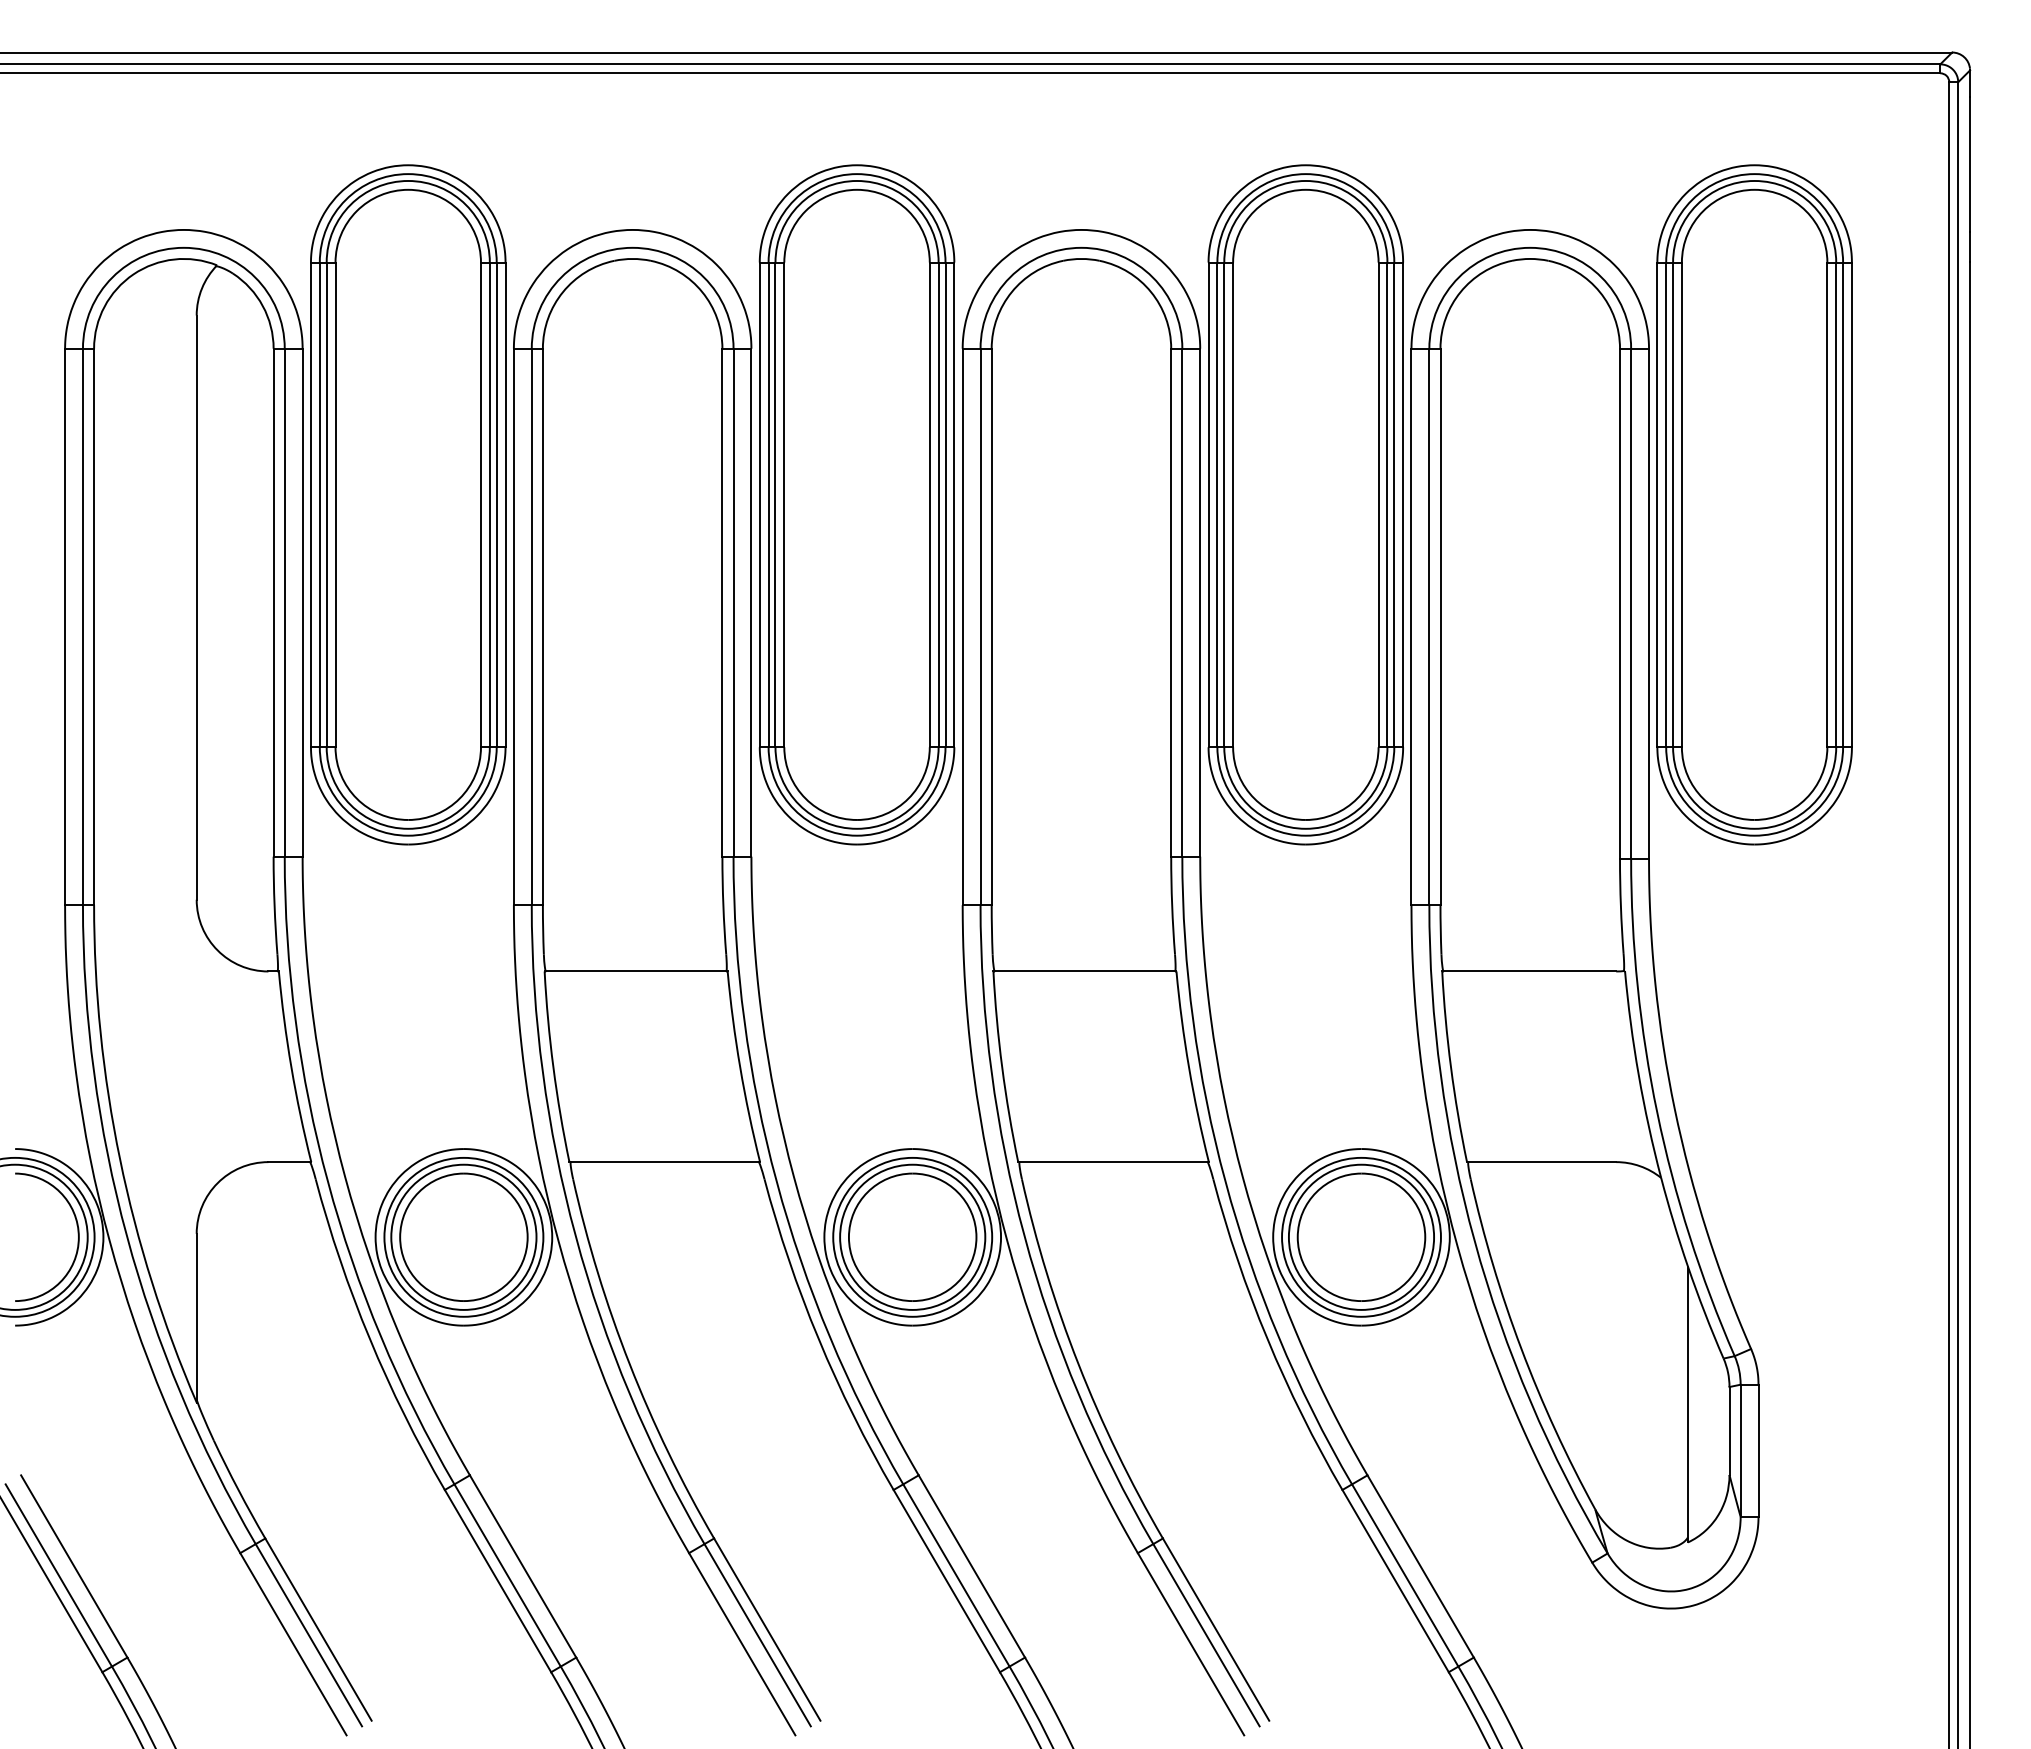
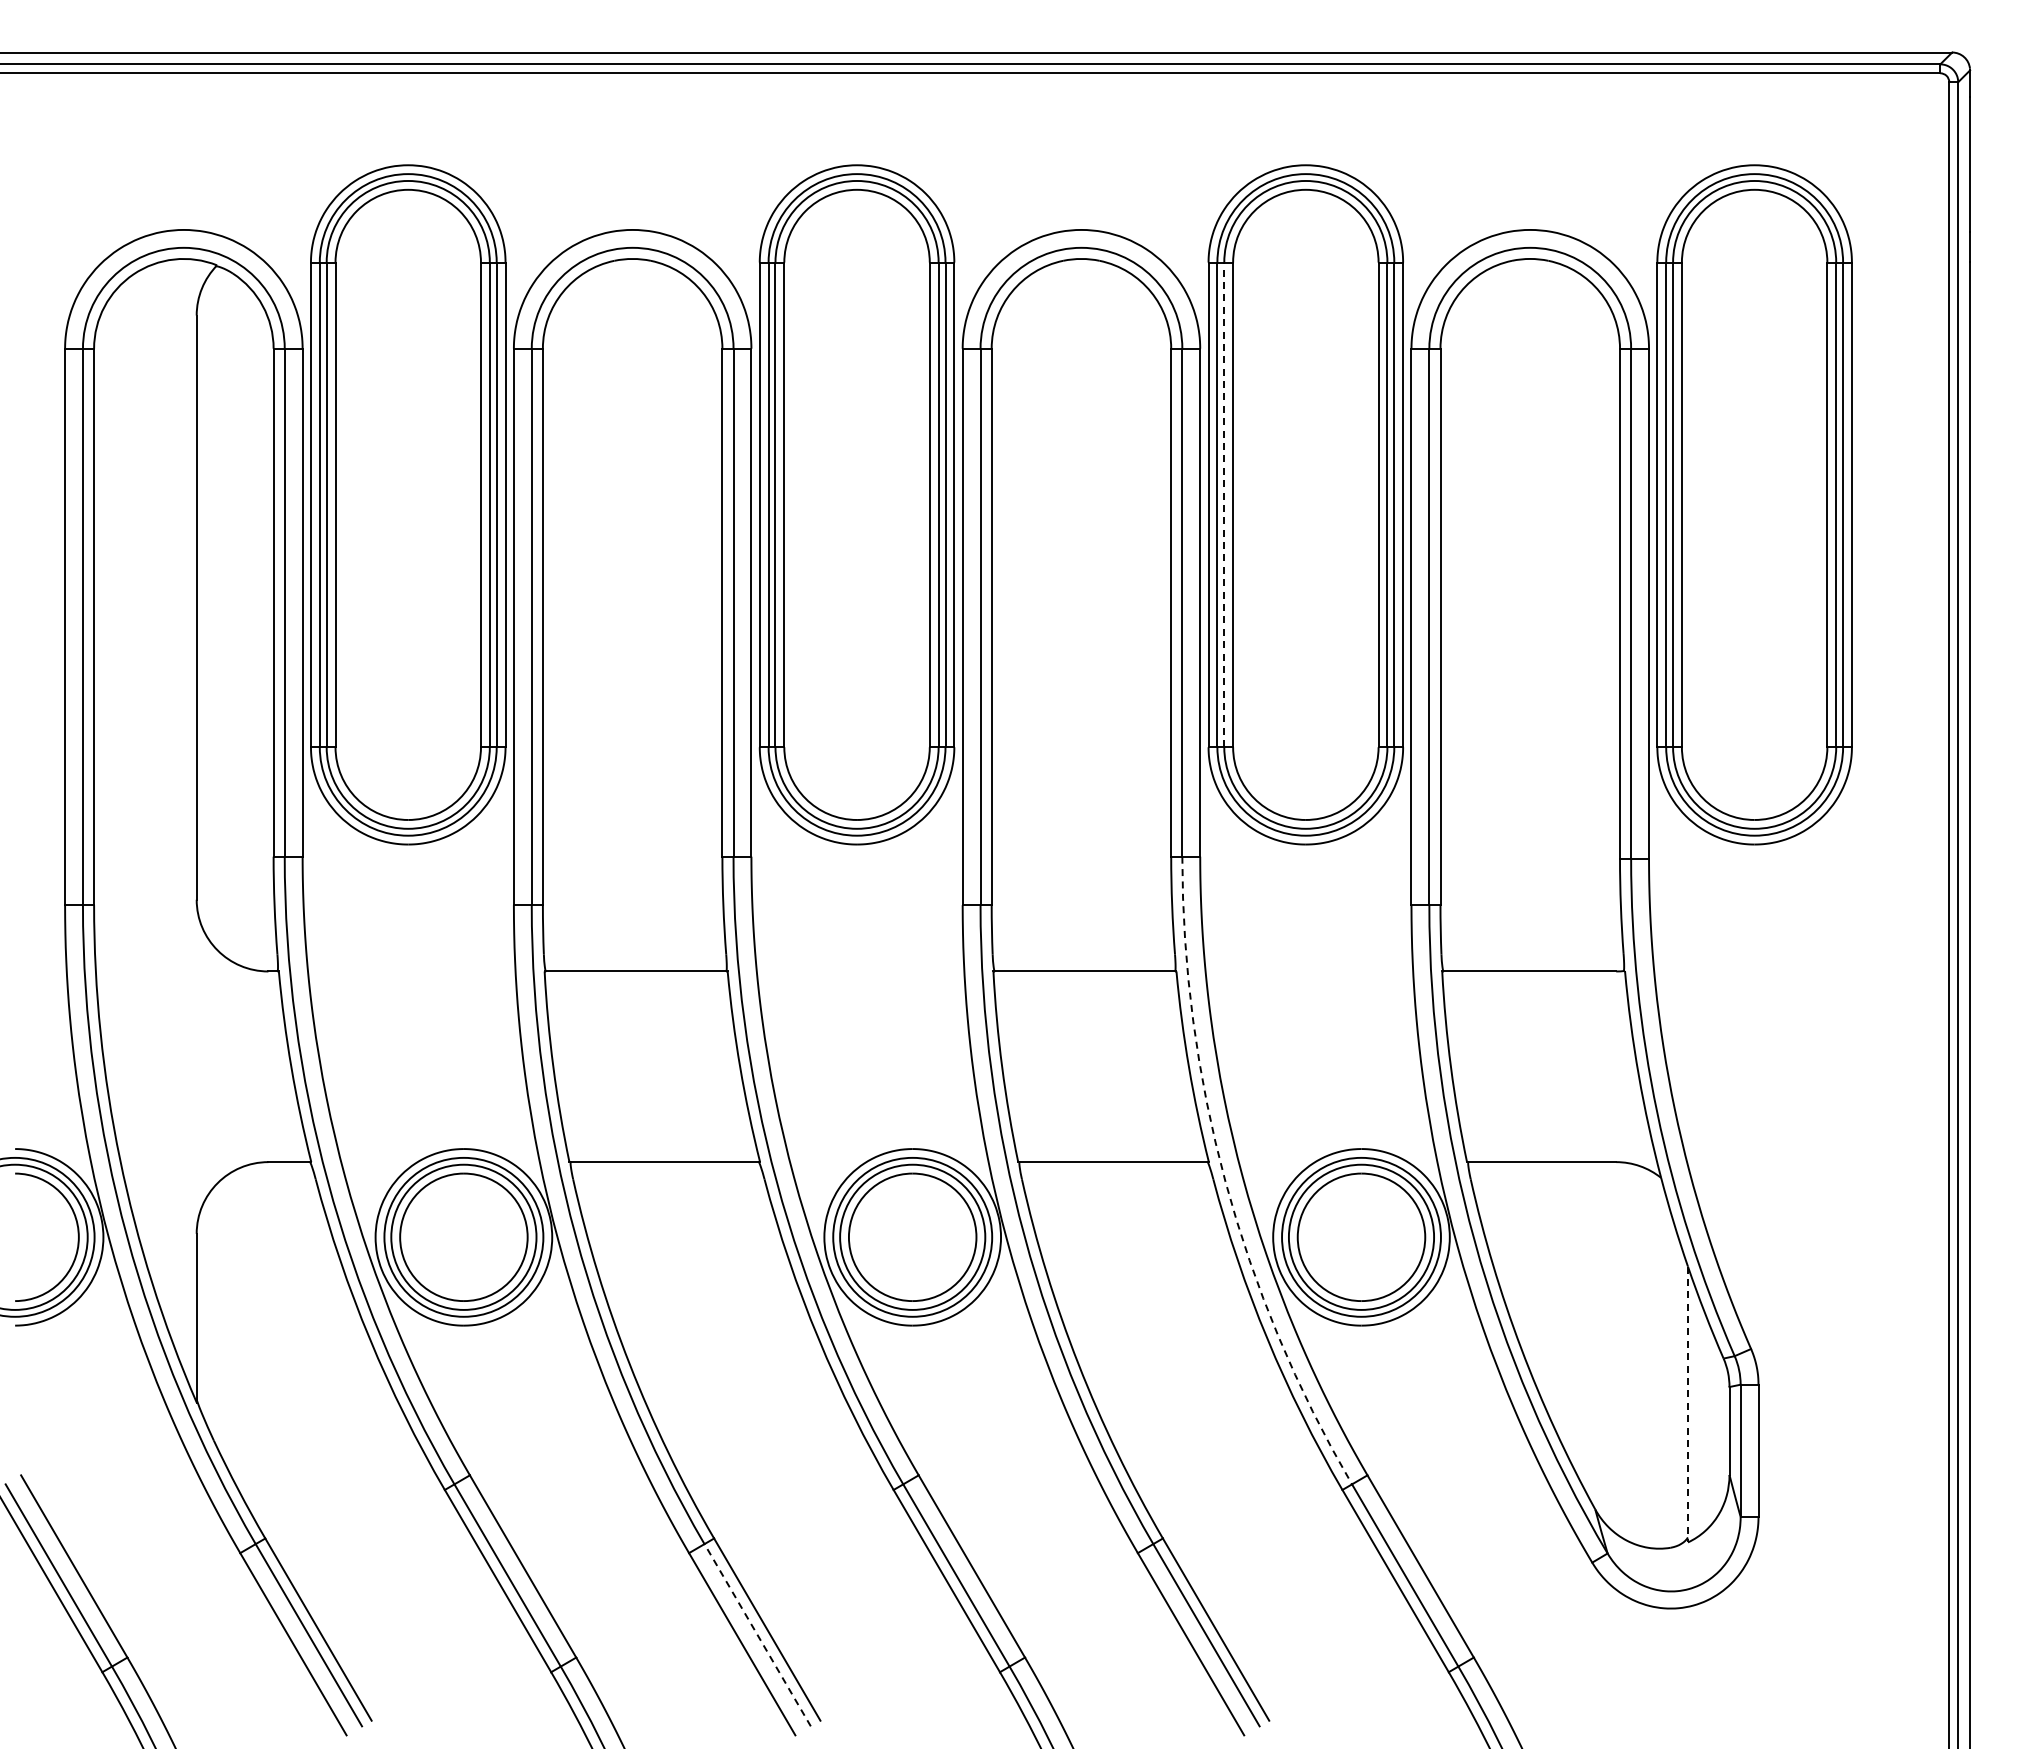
line at (1224, 504): solid -> dashed
arc at (1225, 1181): solid -> dashed
line at (1687, 1404): solid -> dashed
line at (757, 1634): solid -> dashed
